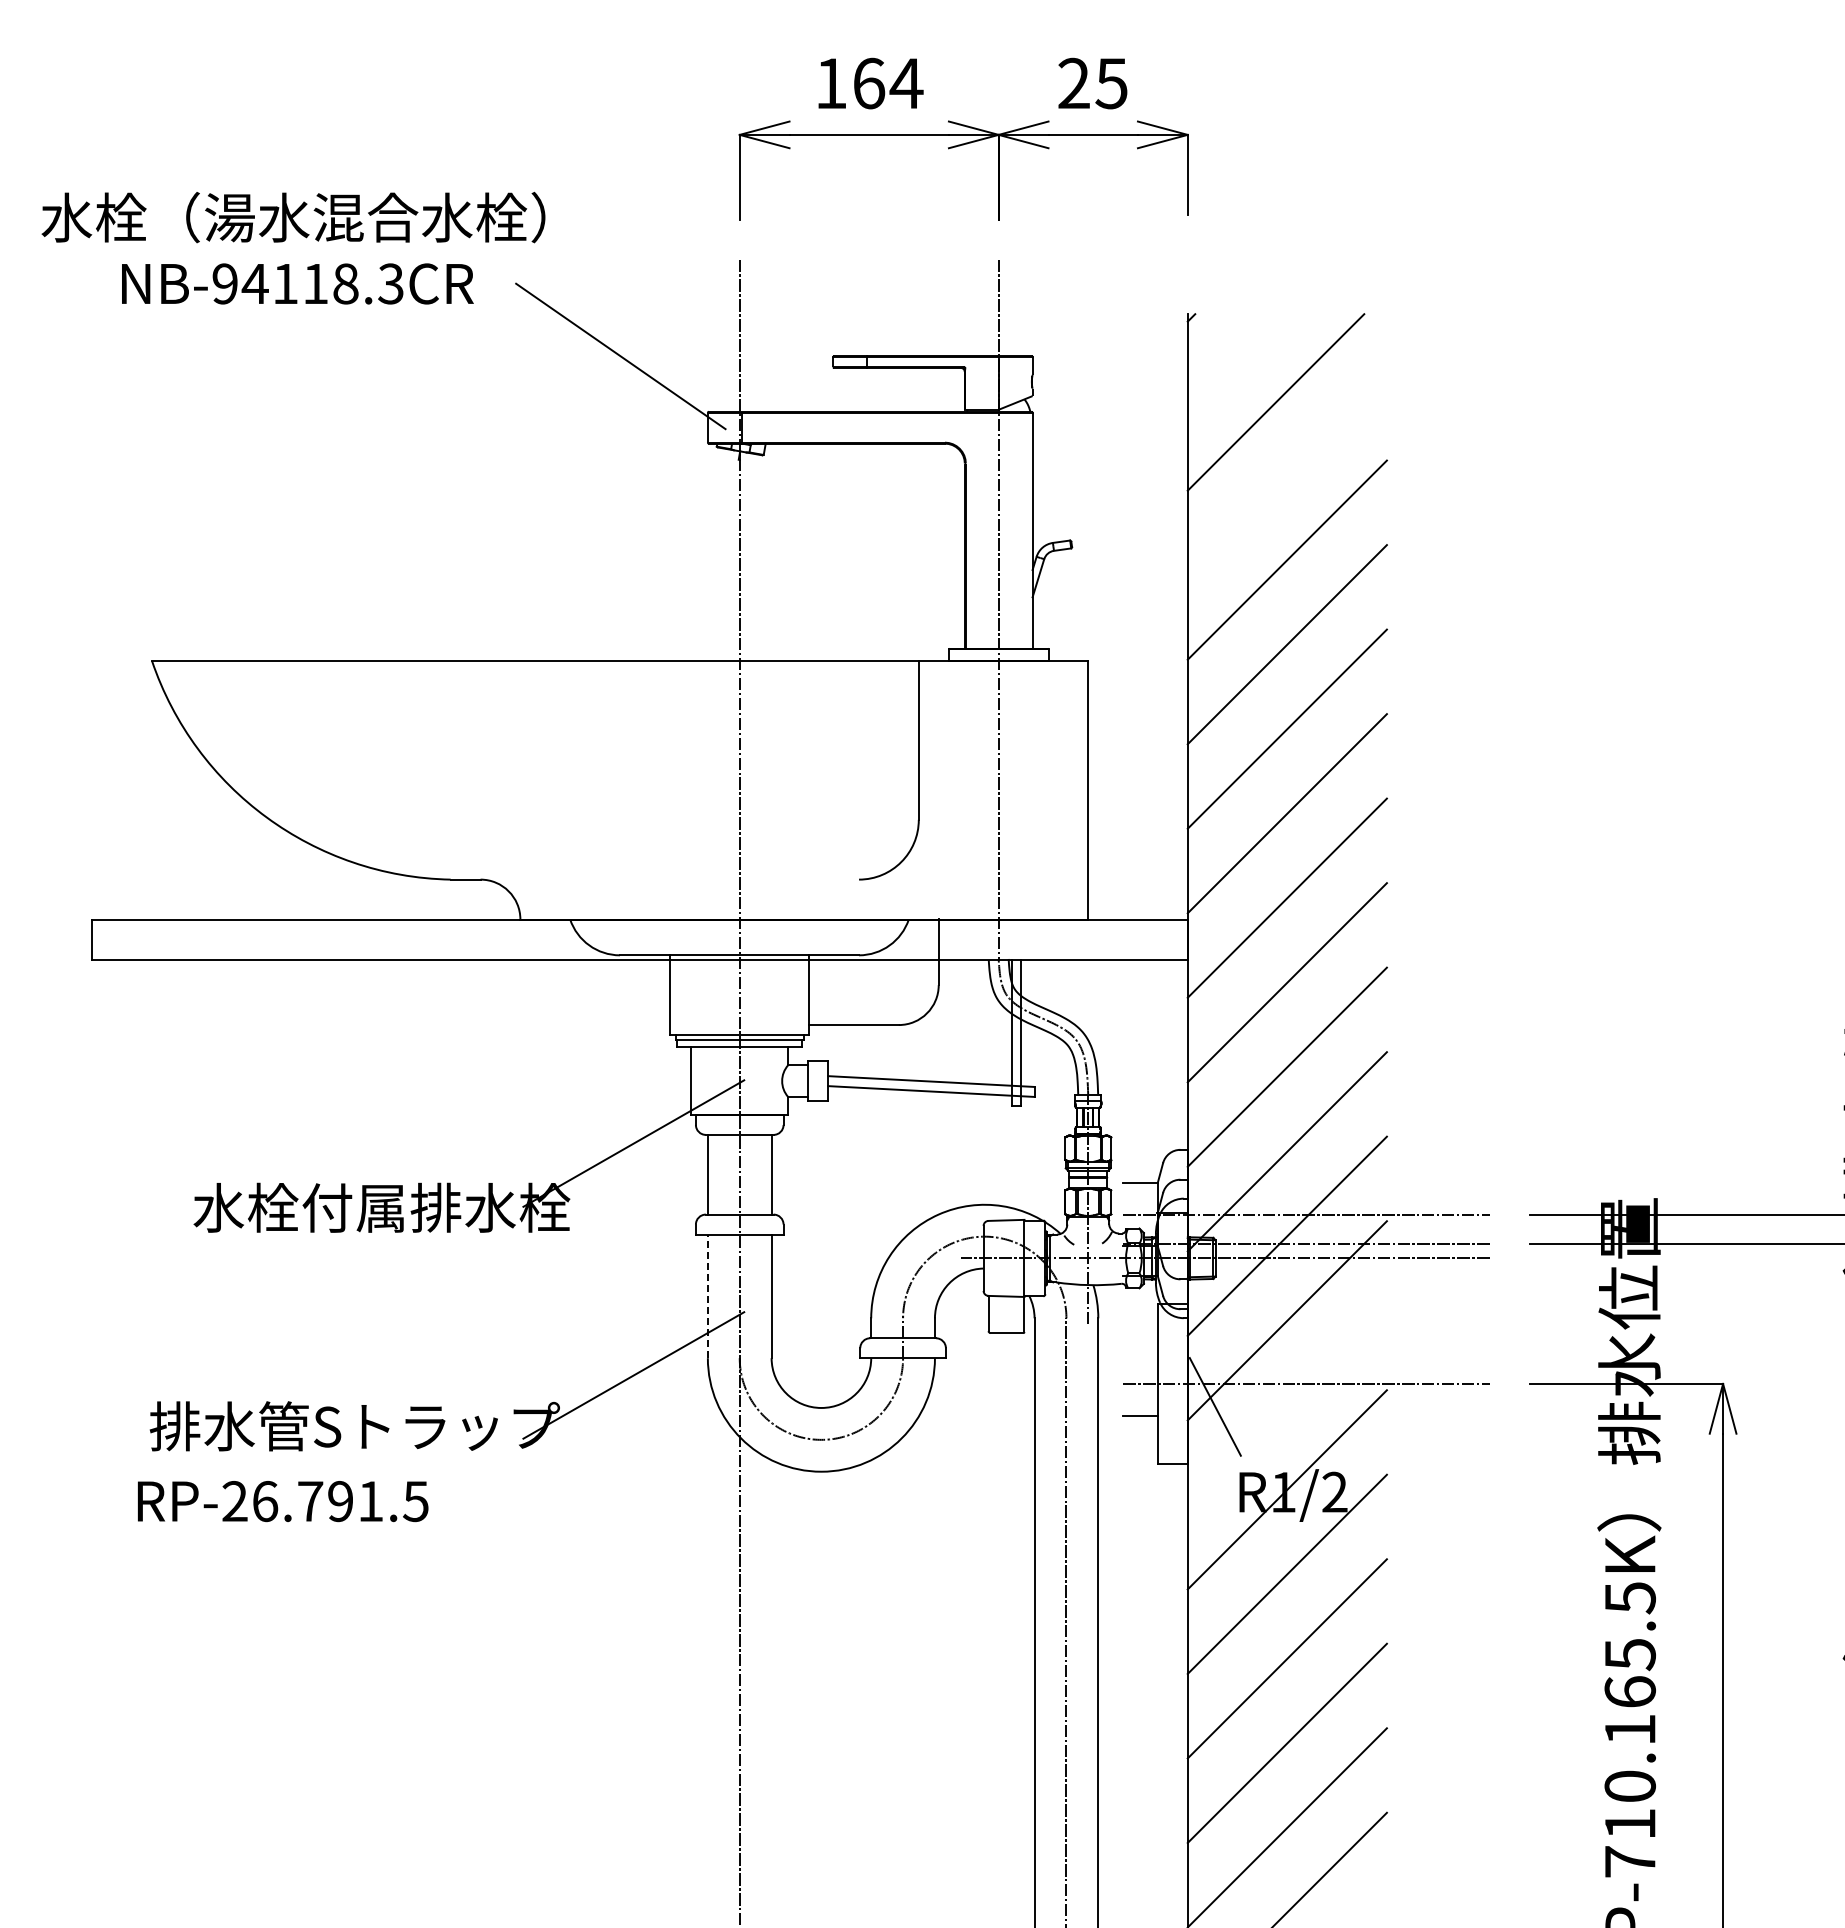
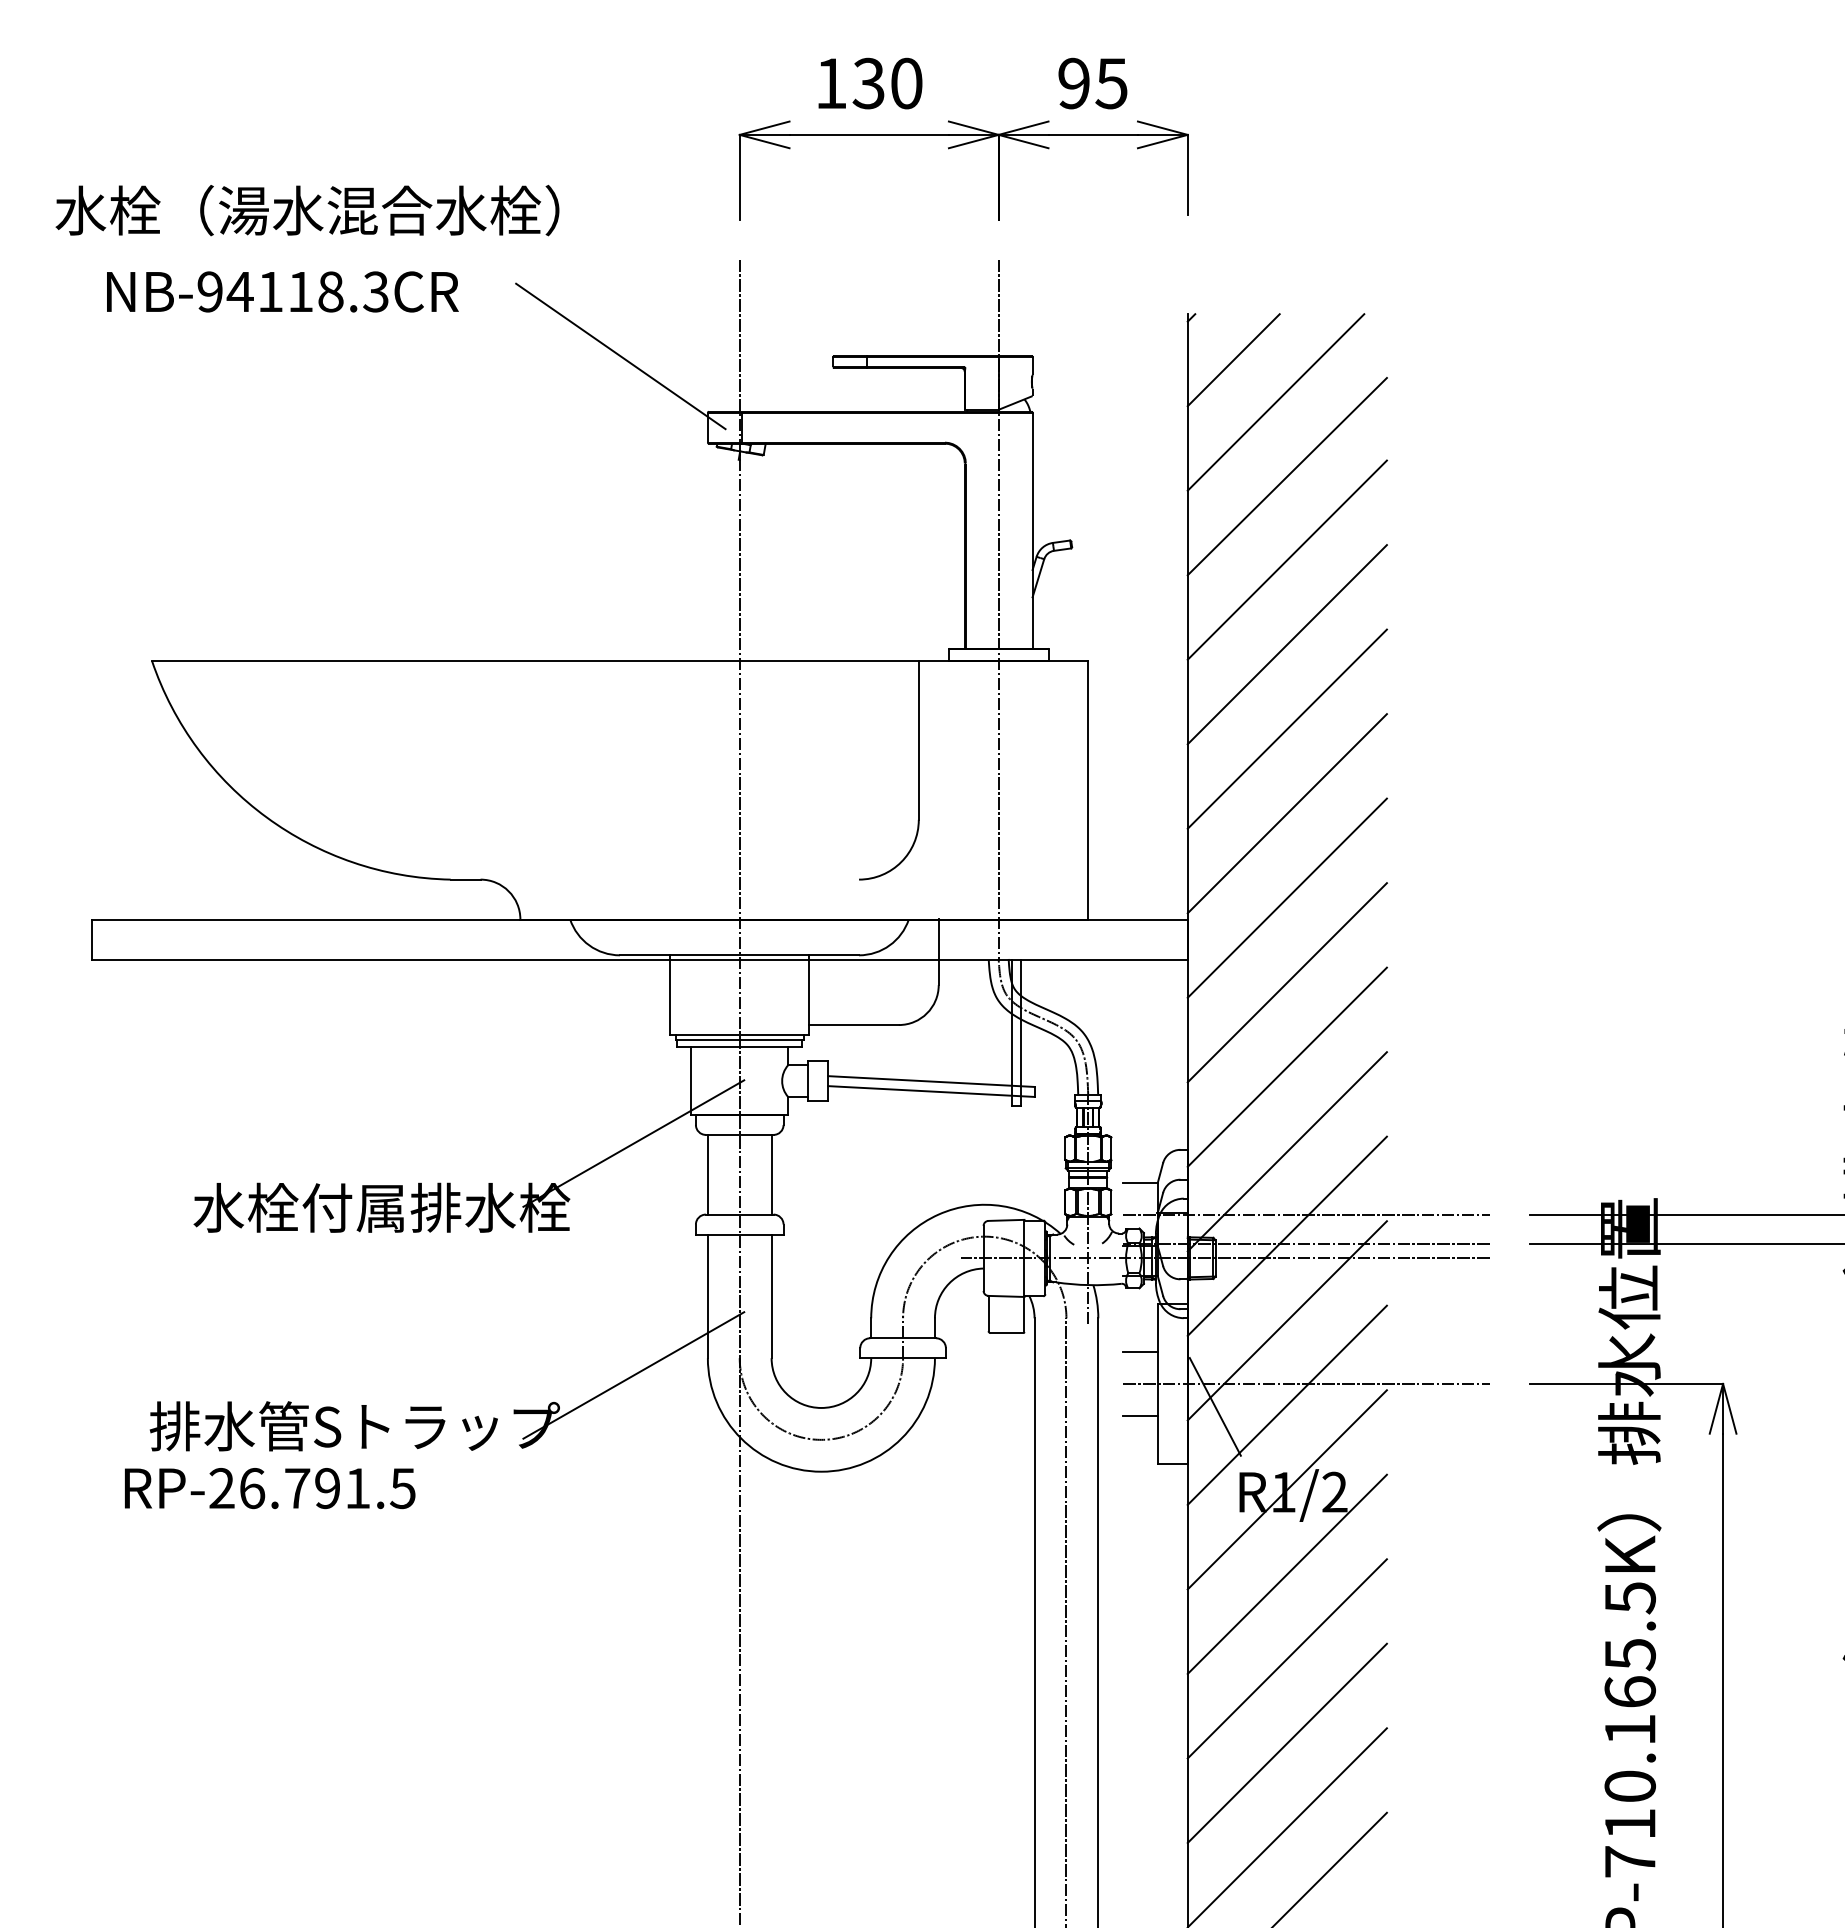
text at (887, 83): 164 -> 130
text at (1073, 83): 25 -> 95
text at (293, 217) position: (293, 217) -> (307, 210)
text at (297, 283) position: (297, 283) -> (282, 291)
line at (1233, 360): none -> present
line at (1286, 476): none -> present
line at (707, 1296): dashed -> solid
line at (1140, 1352): none -> present
line at (1286, 1404): none -> present
text at (283, 1501) position: (283, 1501) -> (270, 1488)
